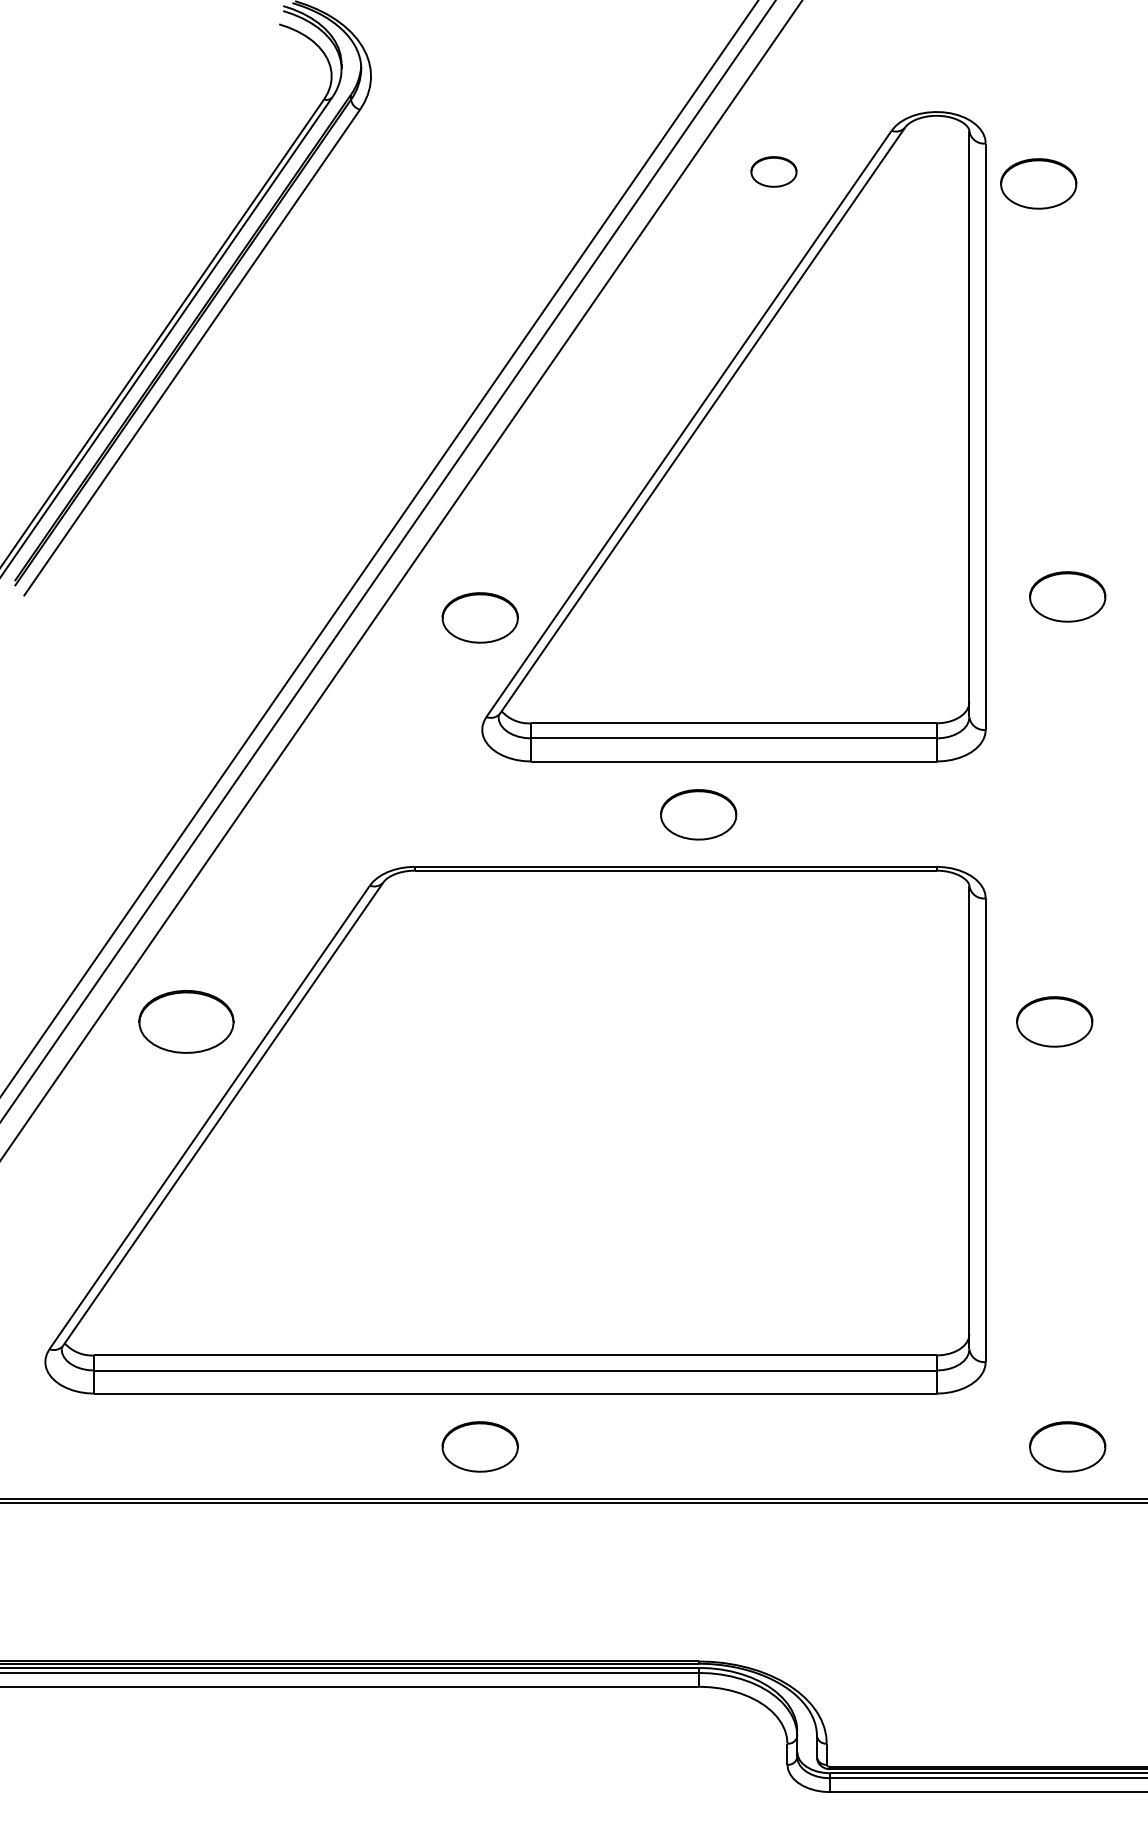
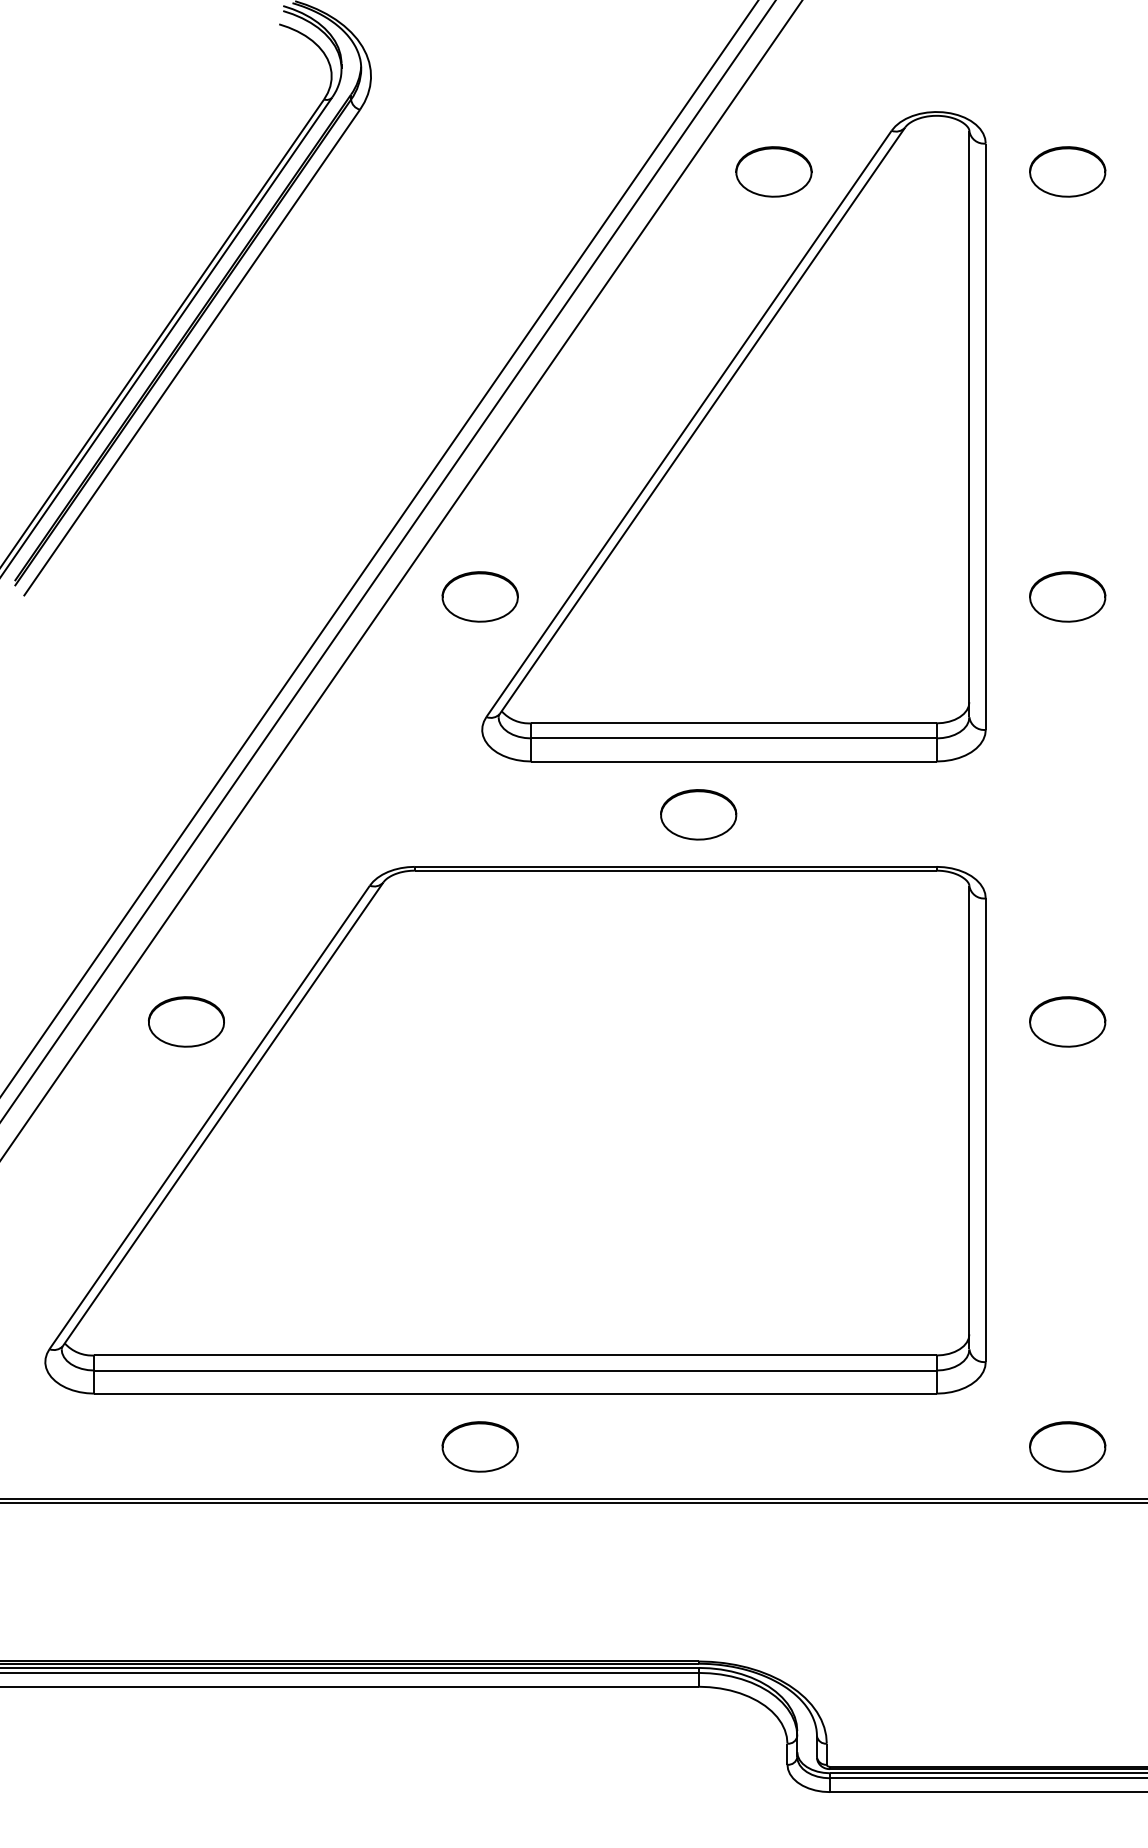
part at (773, 171) size: 48x32 px -> 78x52 px
part at (1038, 183) position: (1038, 183) -> (1067, 171)
part at (479, 617) position: (479, 617) -> (479, 596)
part at (186, 1021) size: 97x64 px -> 77x52 px
part at (1054, 1021) position: (1054, 1021) -> (1067, 1021)
